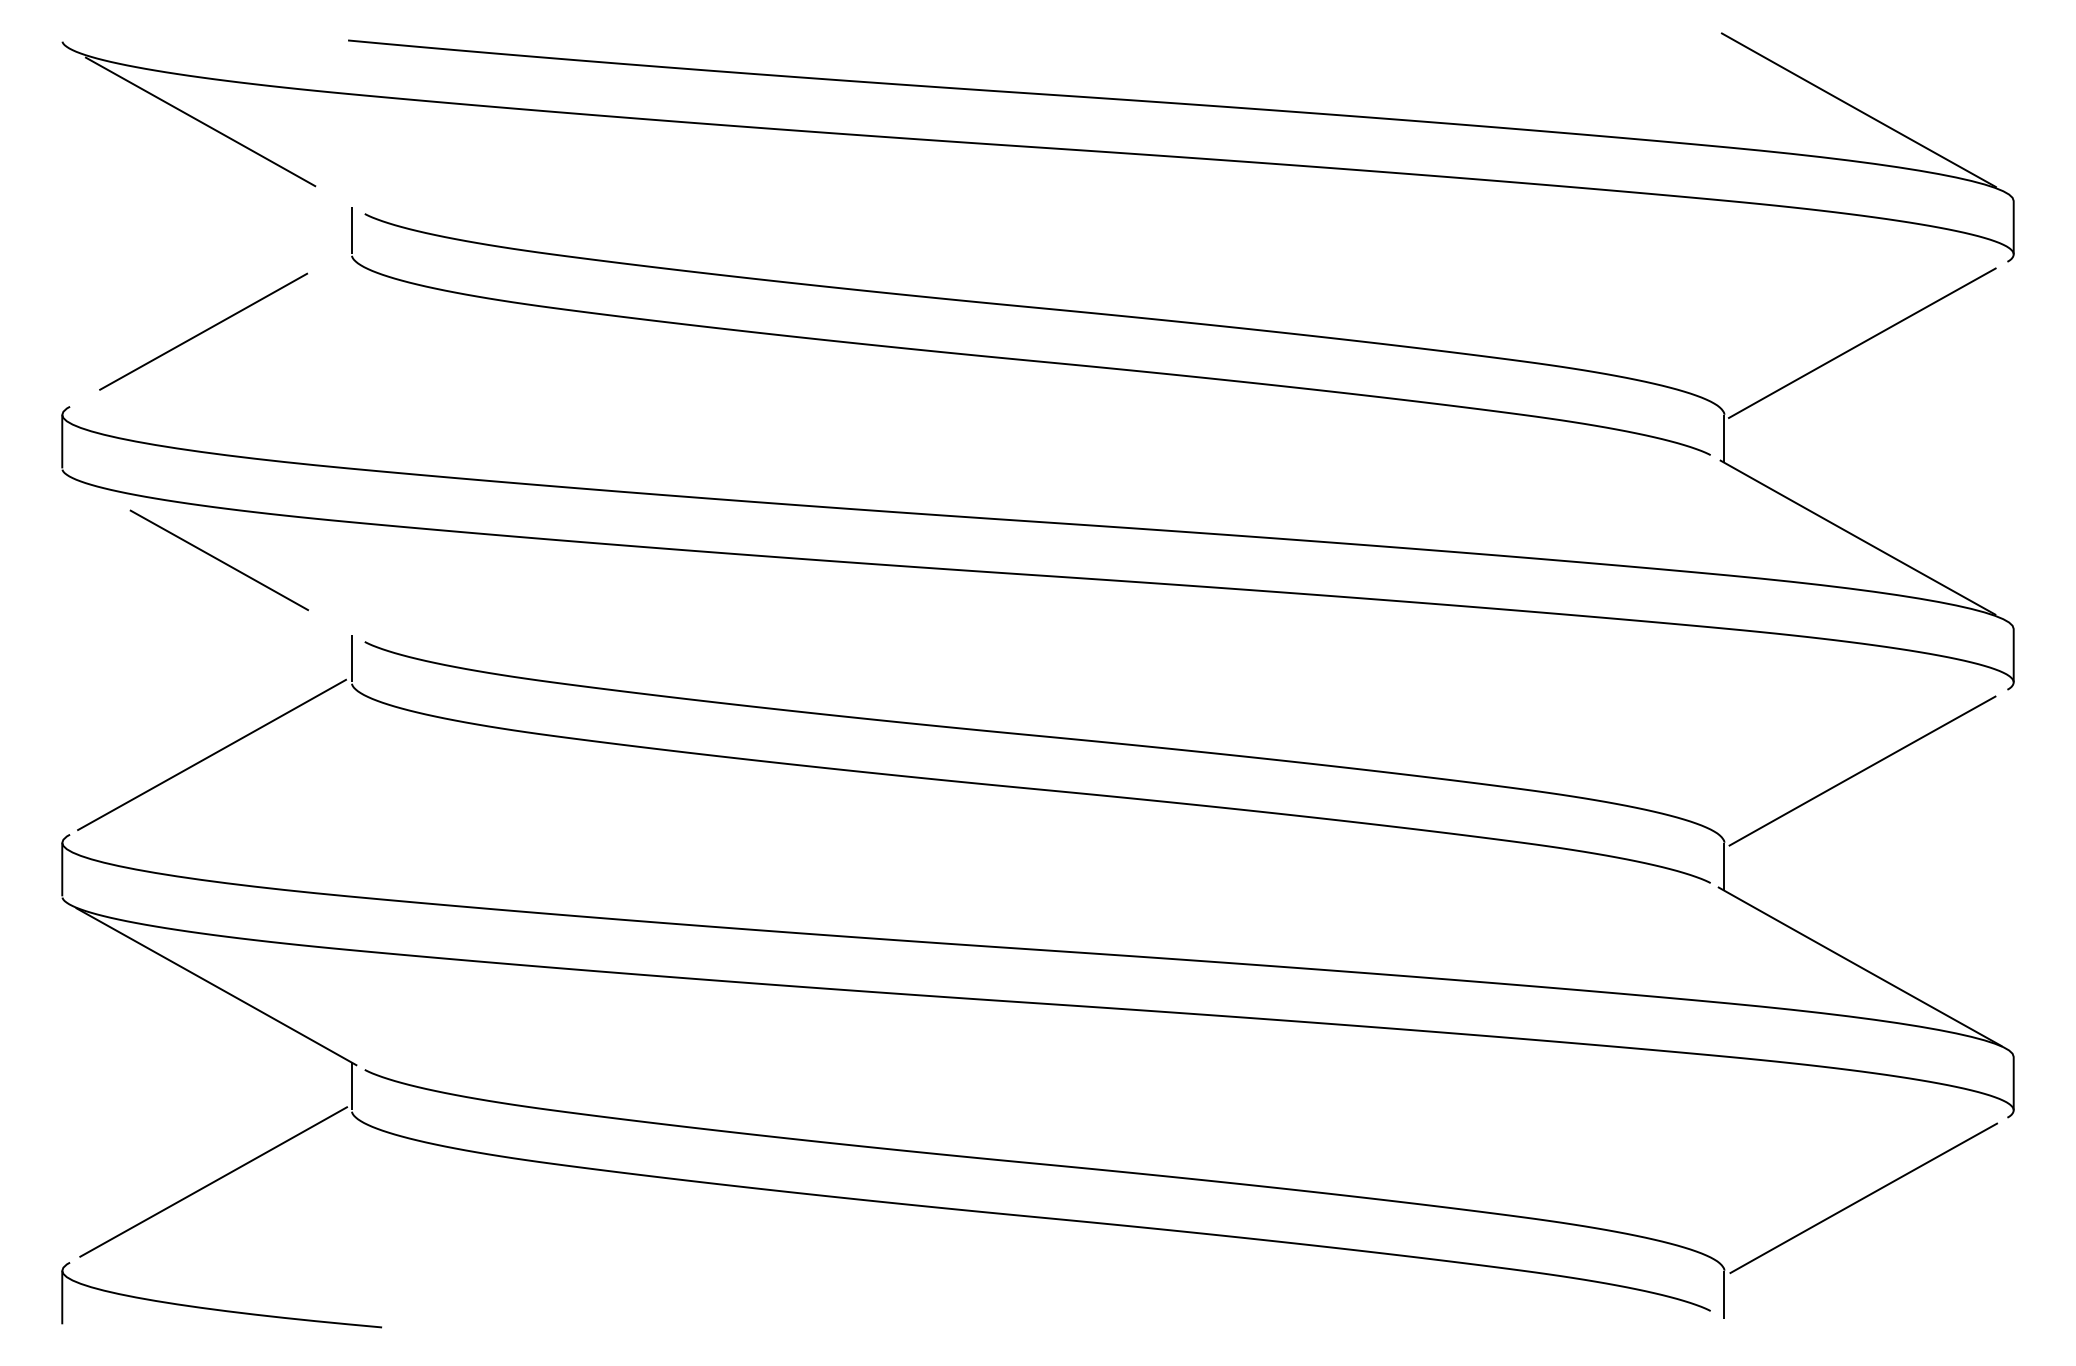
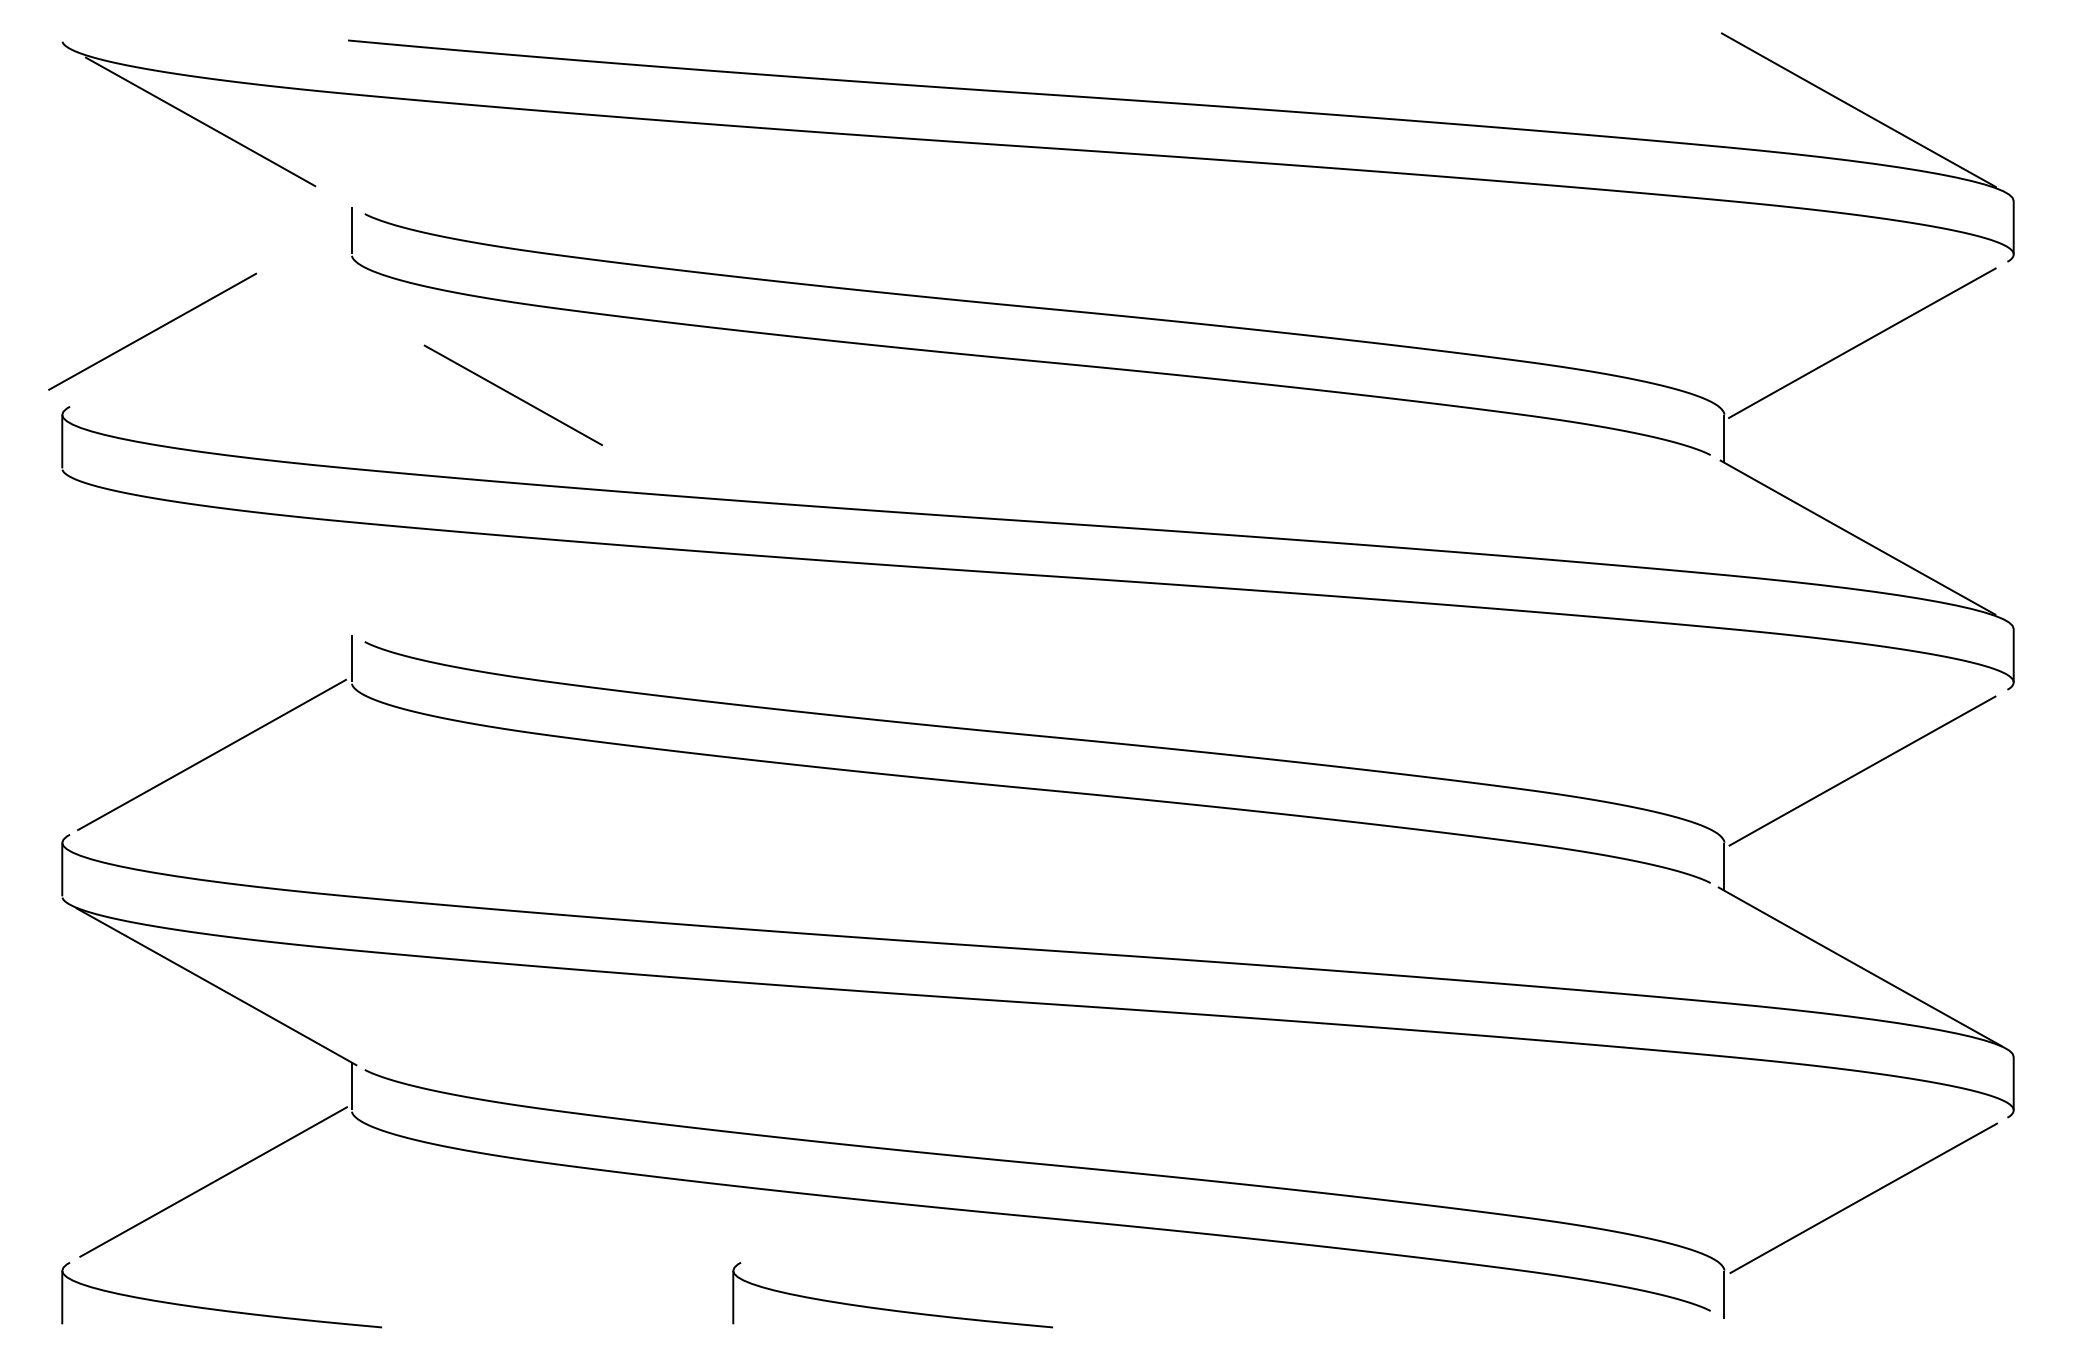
line at (203, 331) position: (203, 331) -> (152, 331)
line at (218, 560) position: (218, 560) -> (512, 395)
part at (887, 1308): none -> present
